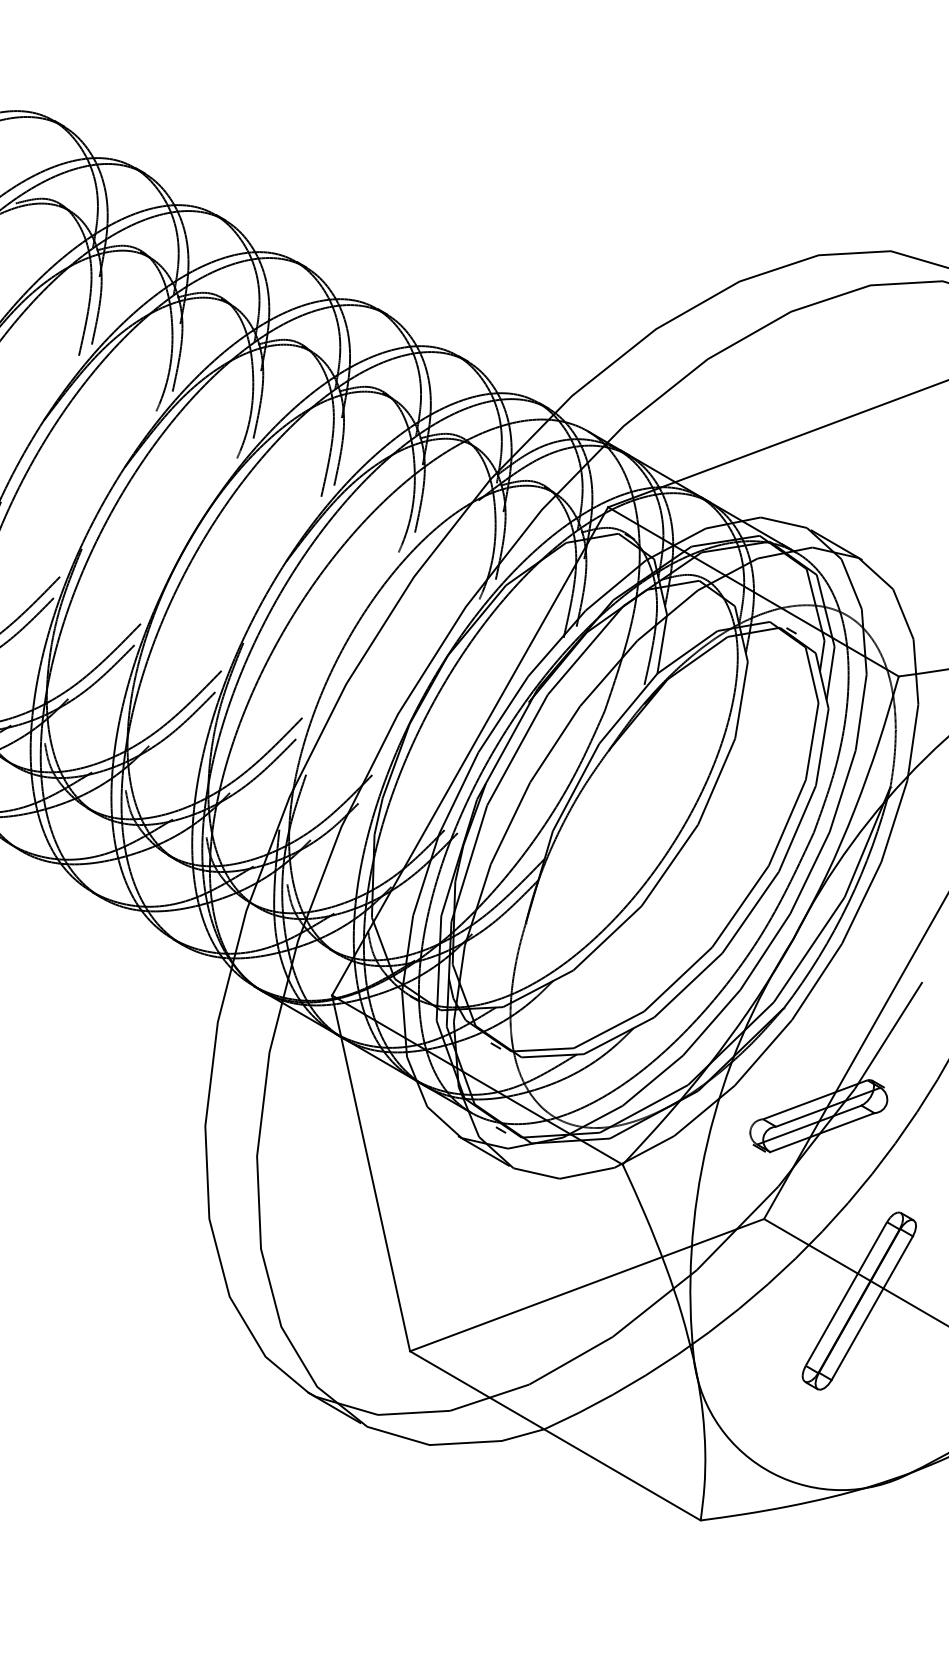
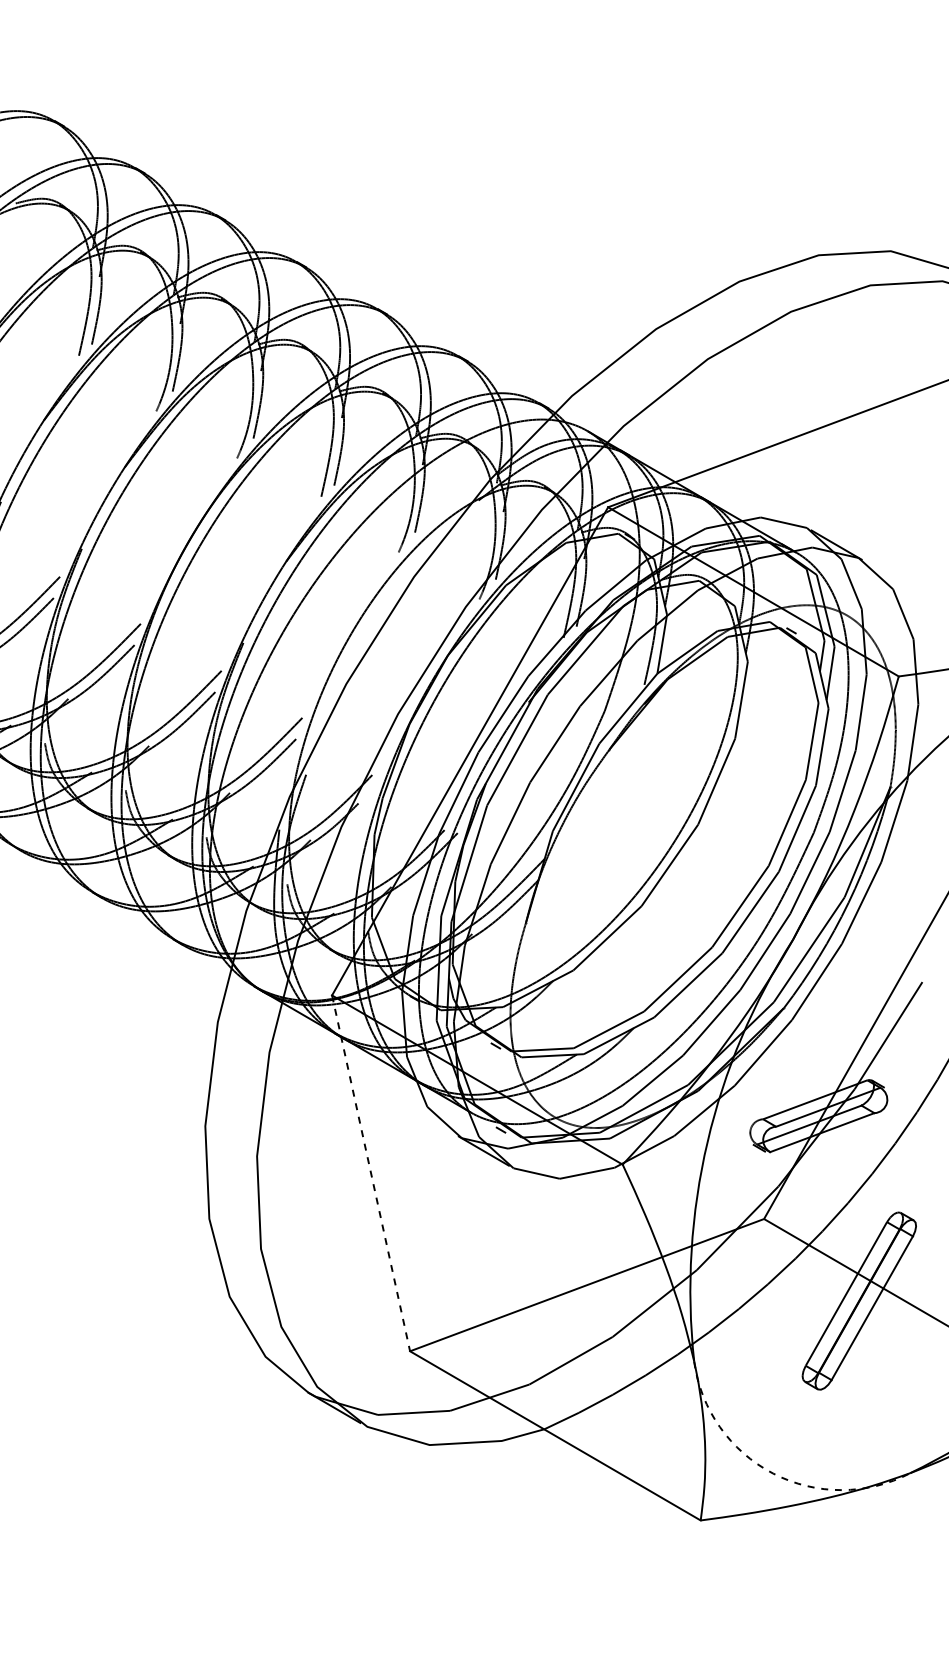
line at (371, 1173): solid -> dashed
arc at (773, 1473): solid -> dashed
